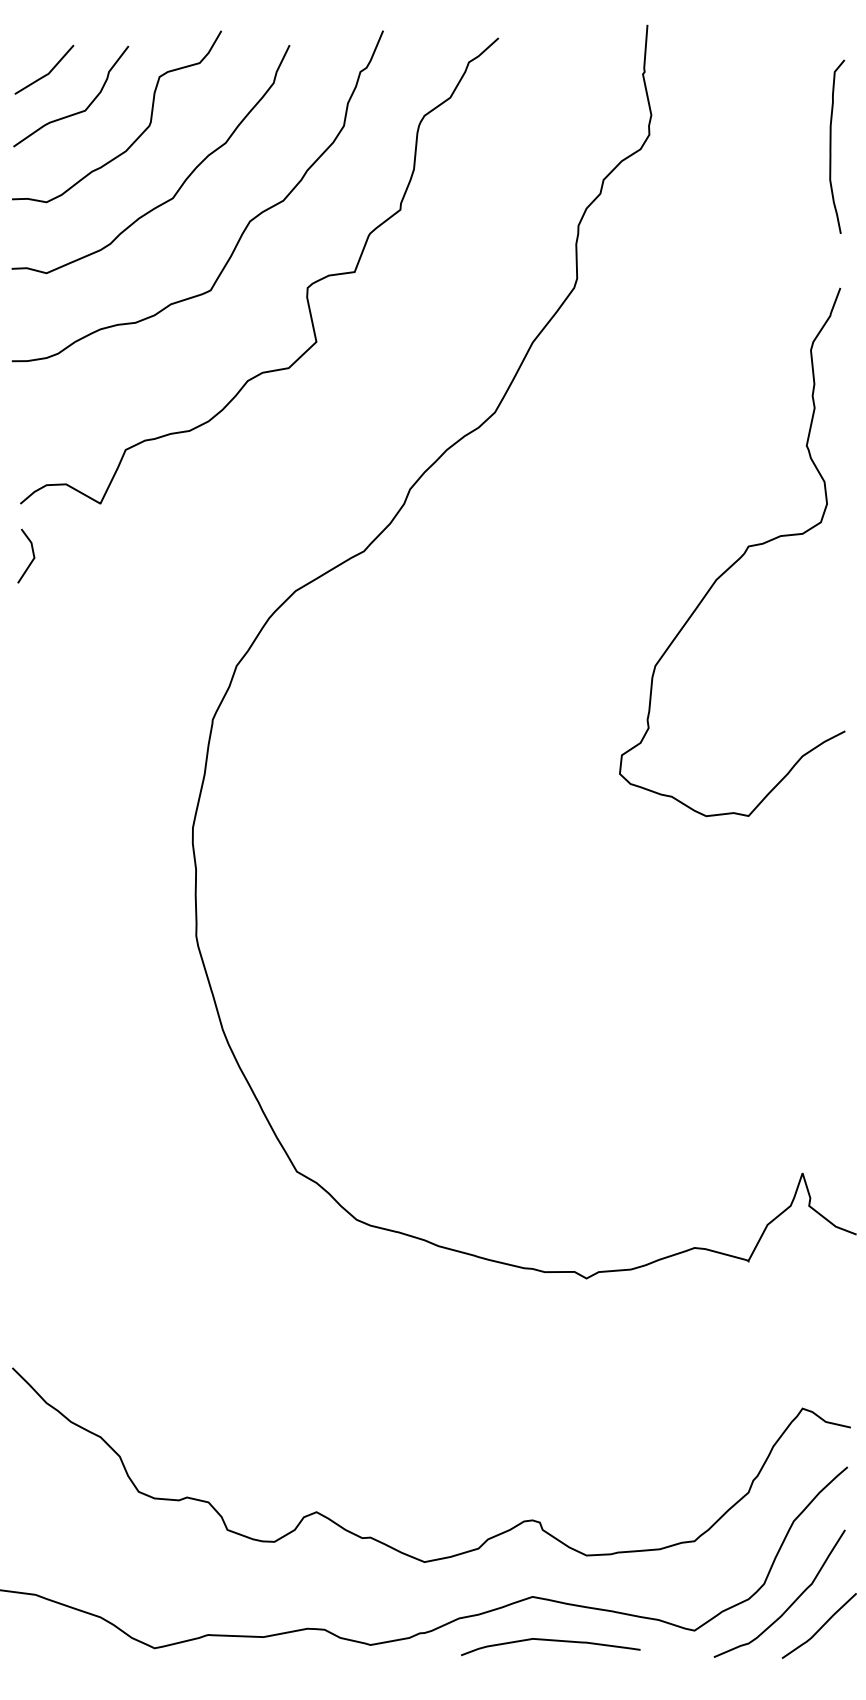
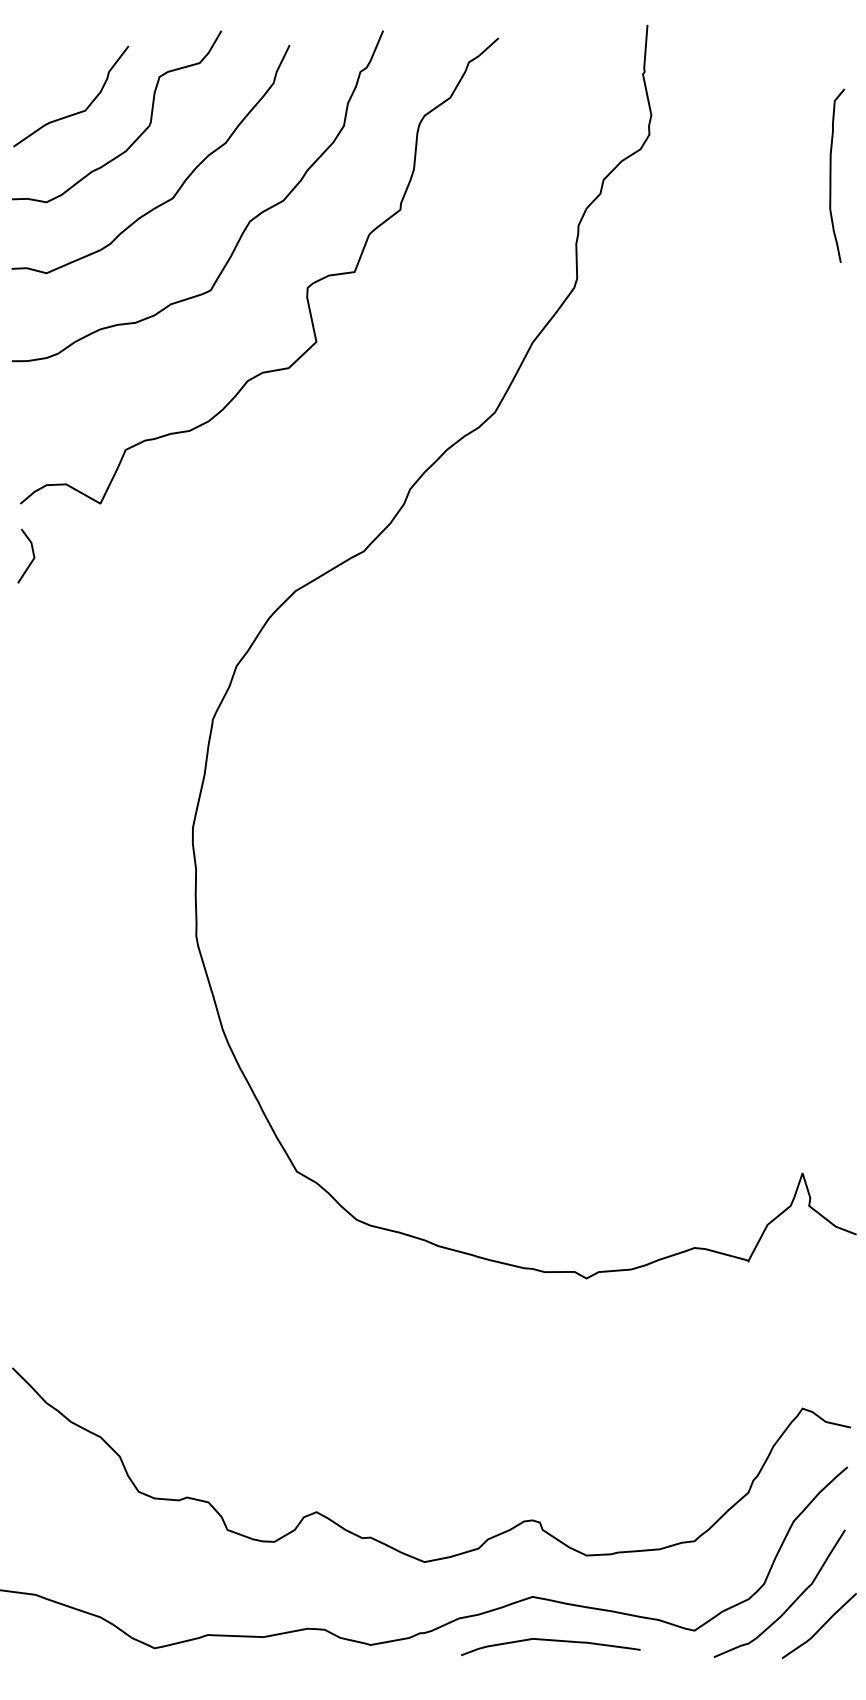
curve at (48, 72): present -> none
curve at (831, 146) position: (831, 146) -> (831, 175)
curve at (738, 558): present -> none
